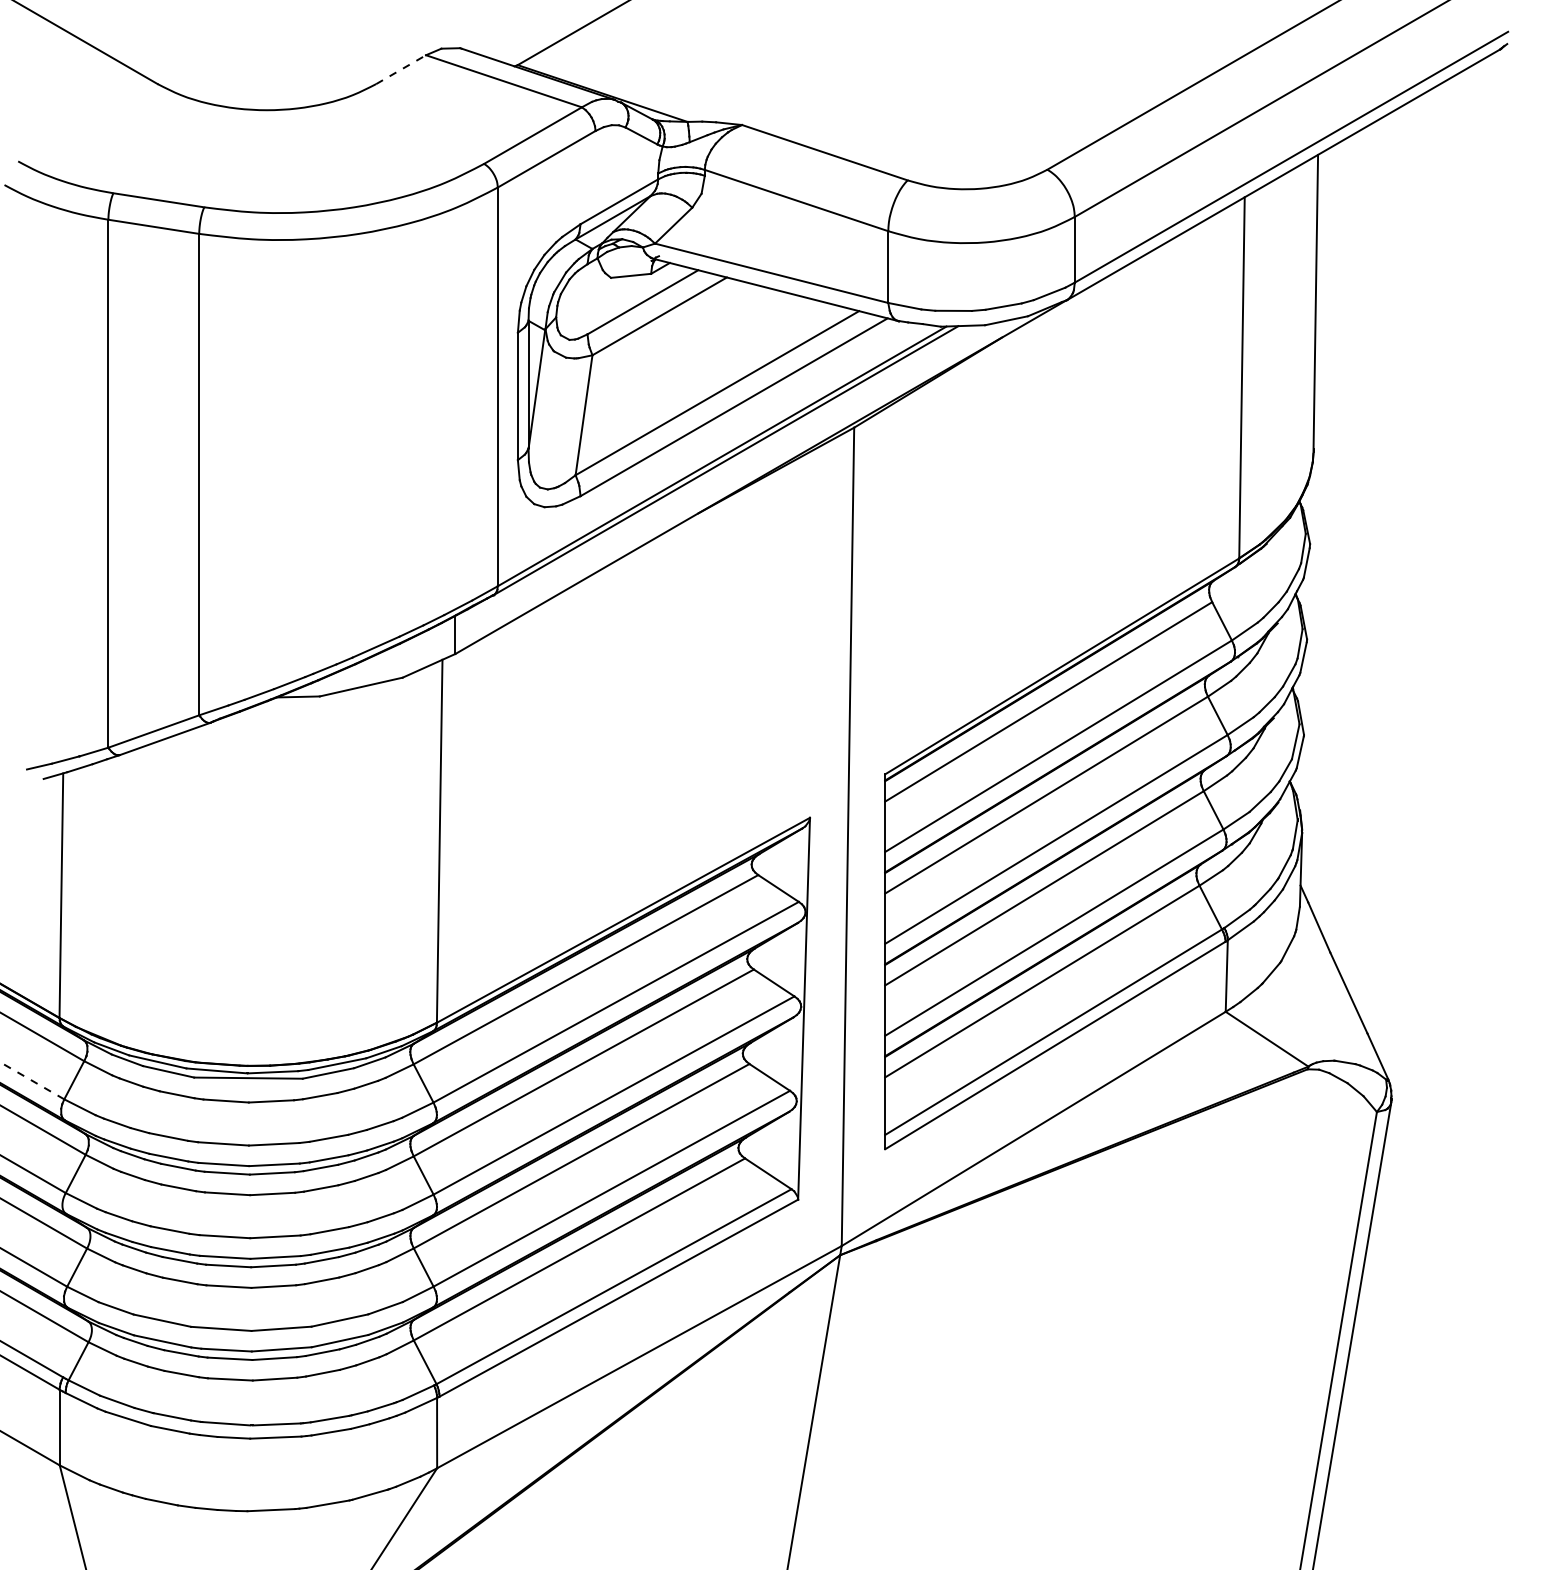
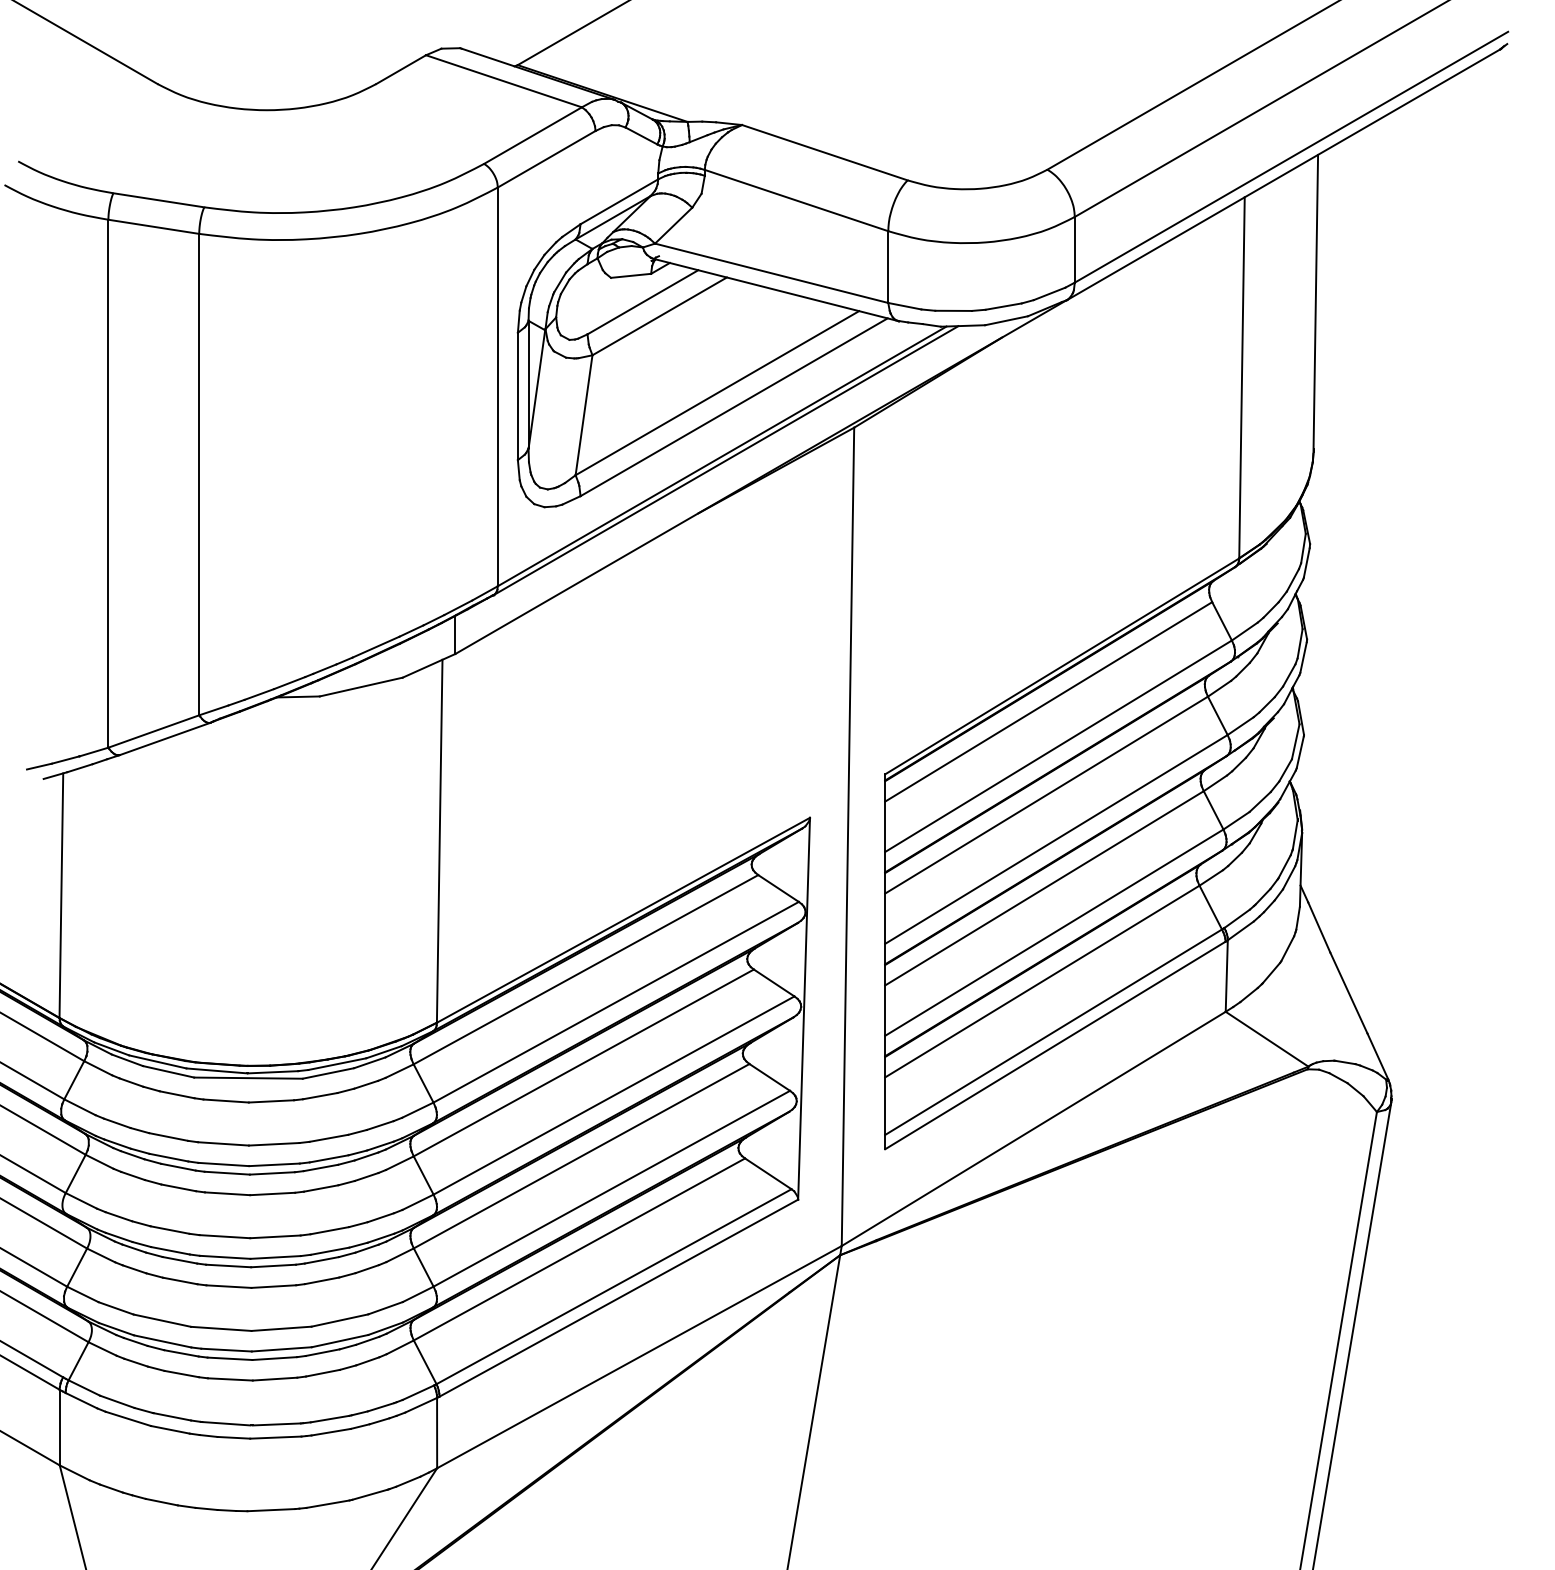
line at (401, 69): dashed -> solid
line at (32, 1080): dashed -> solid
